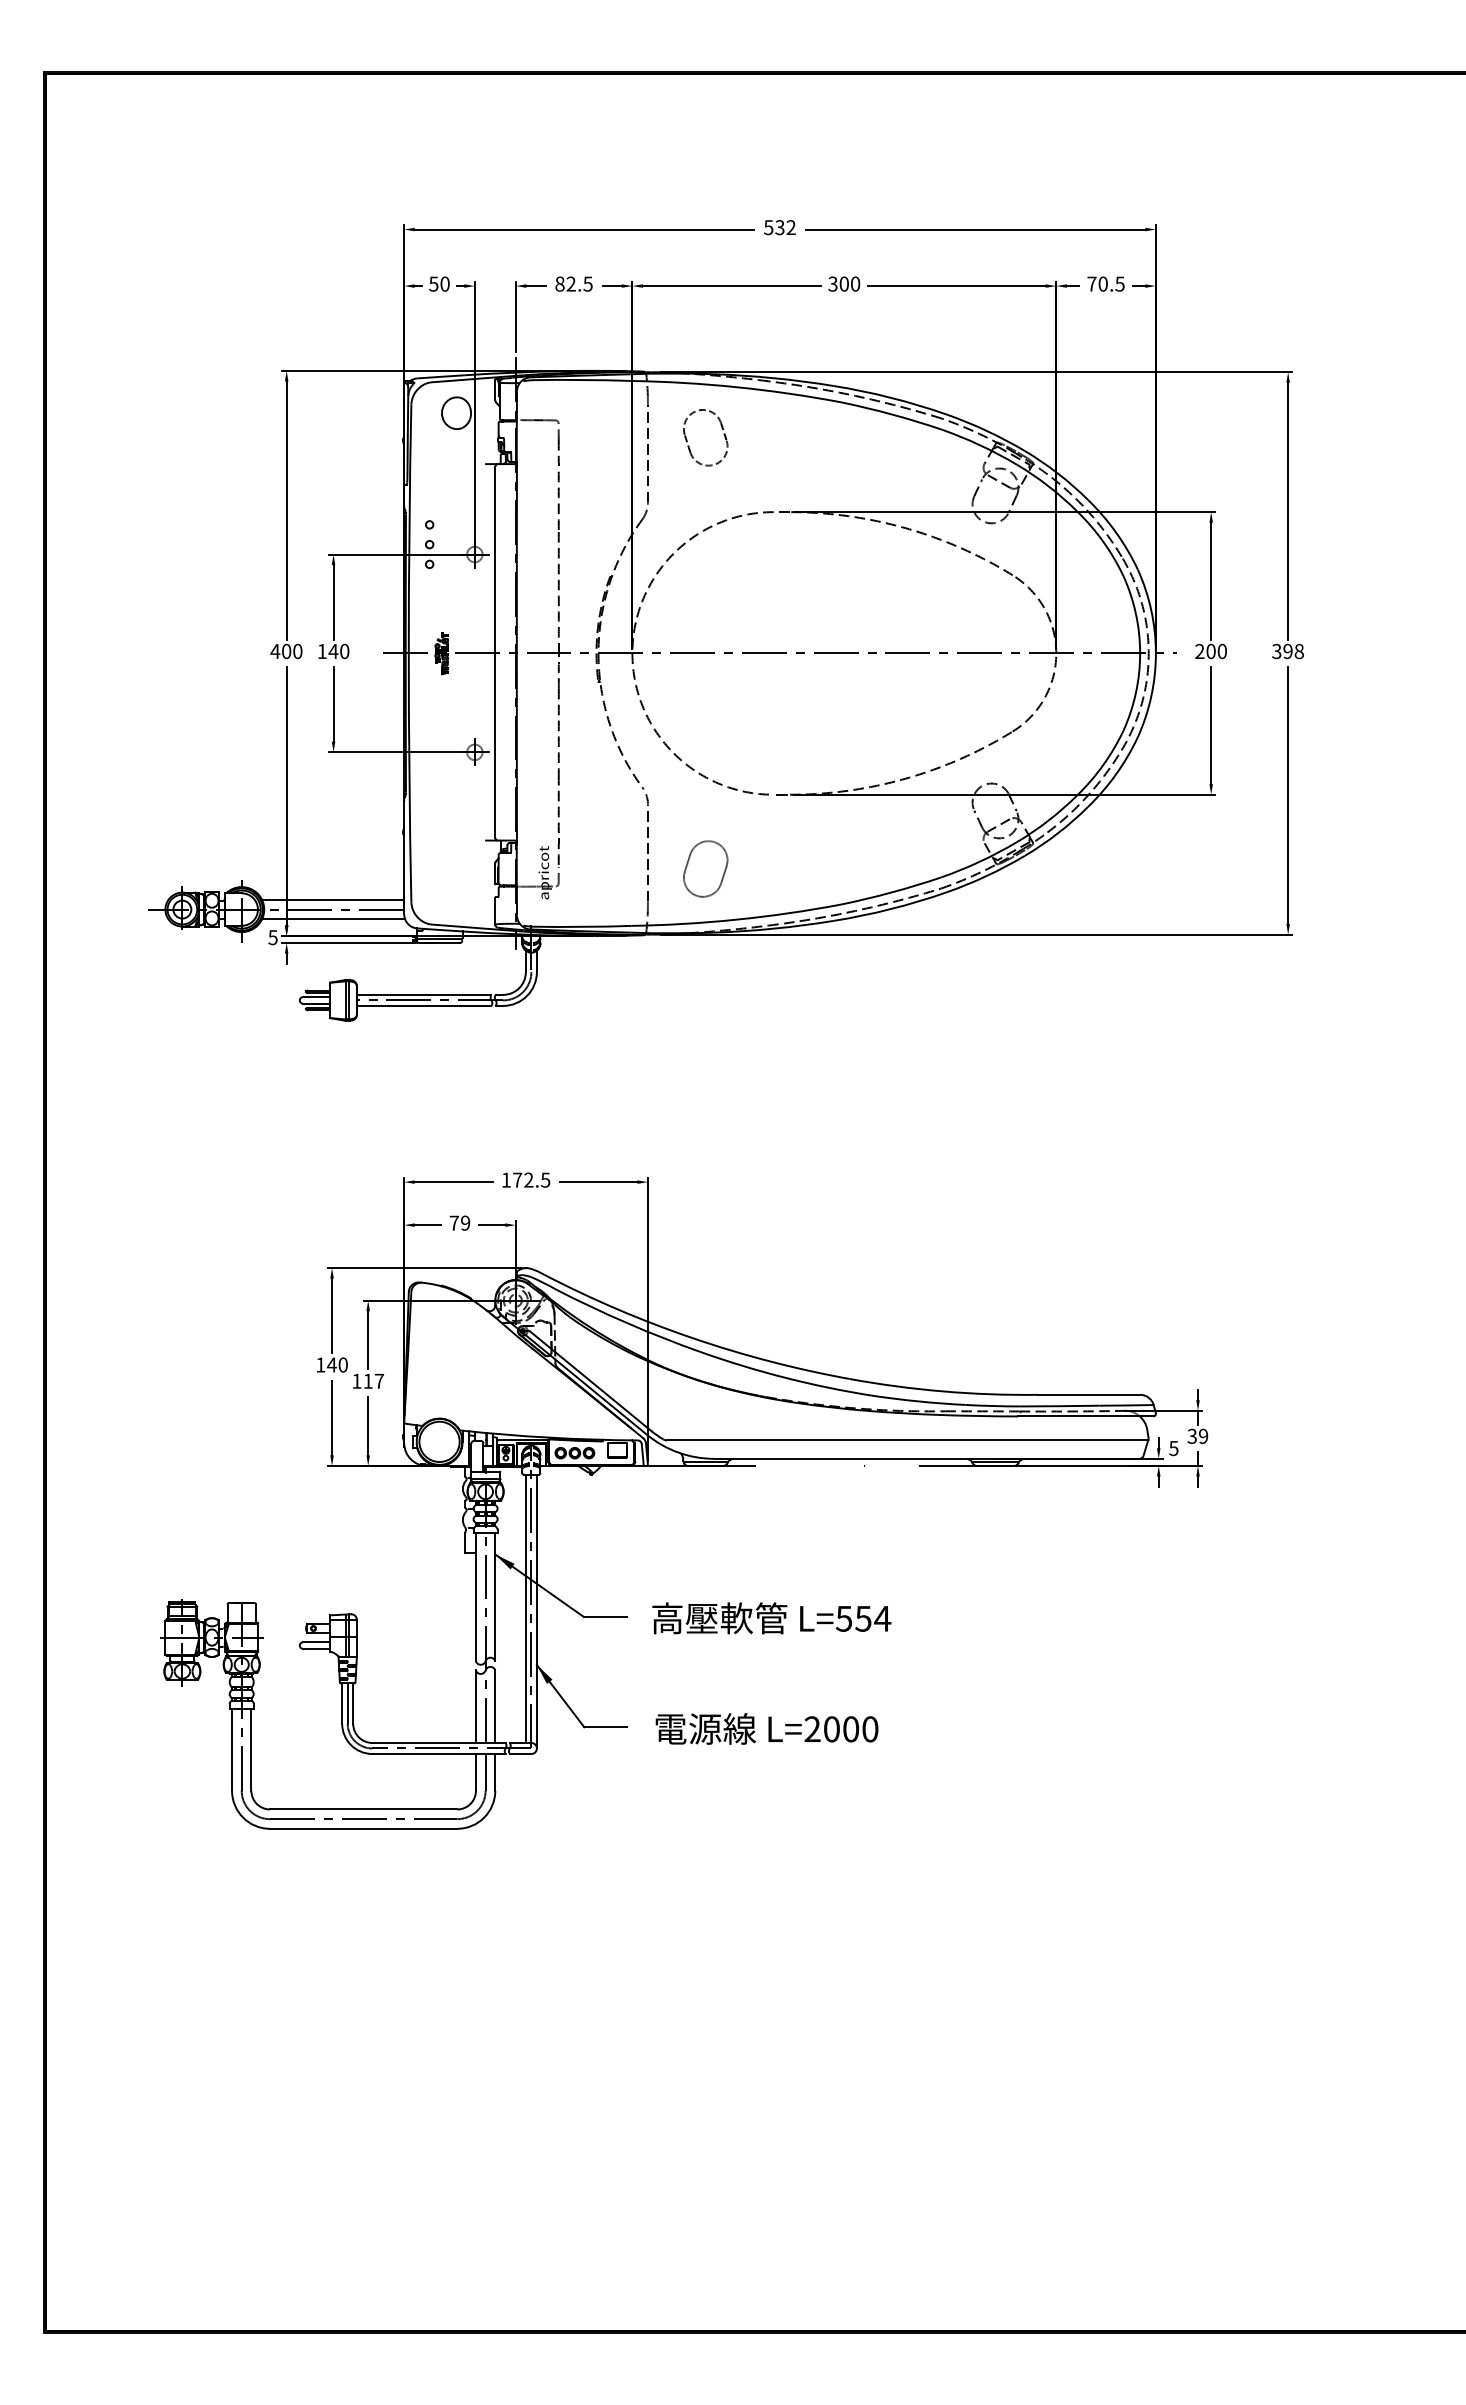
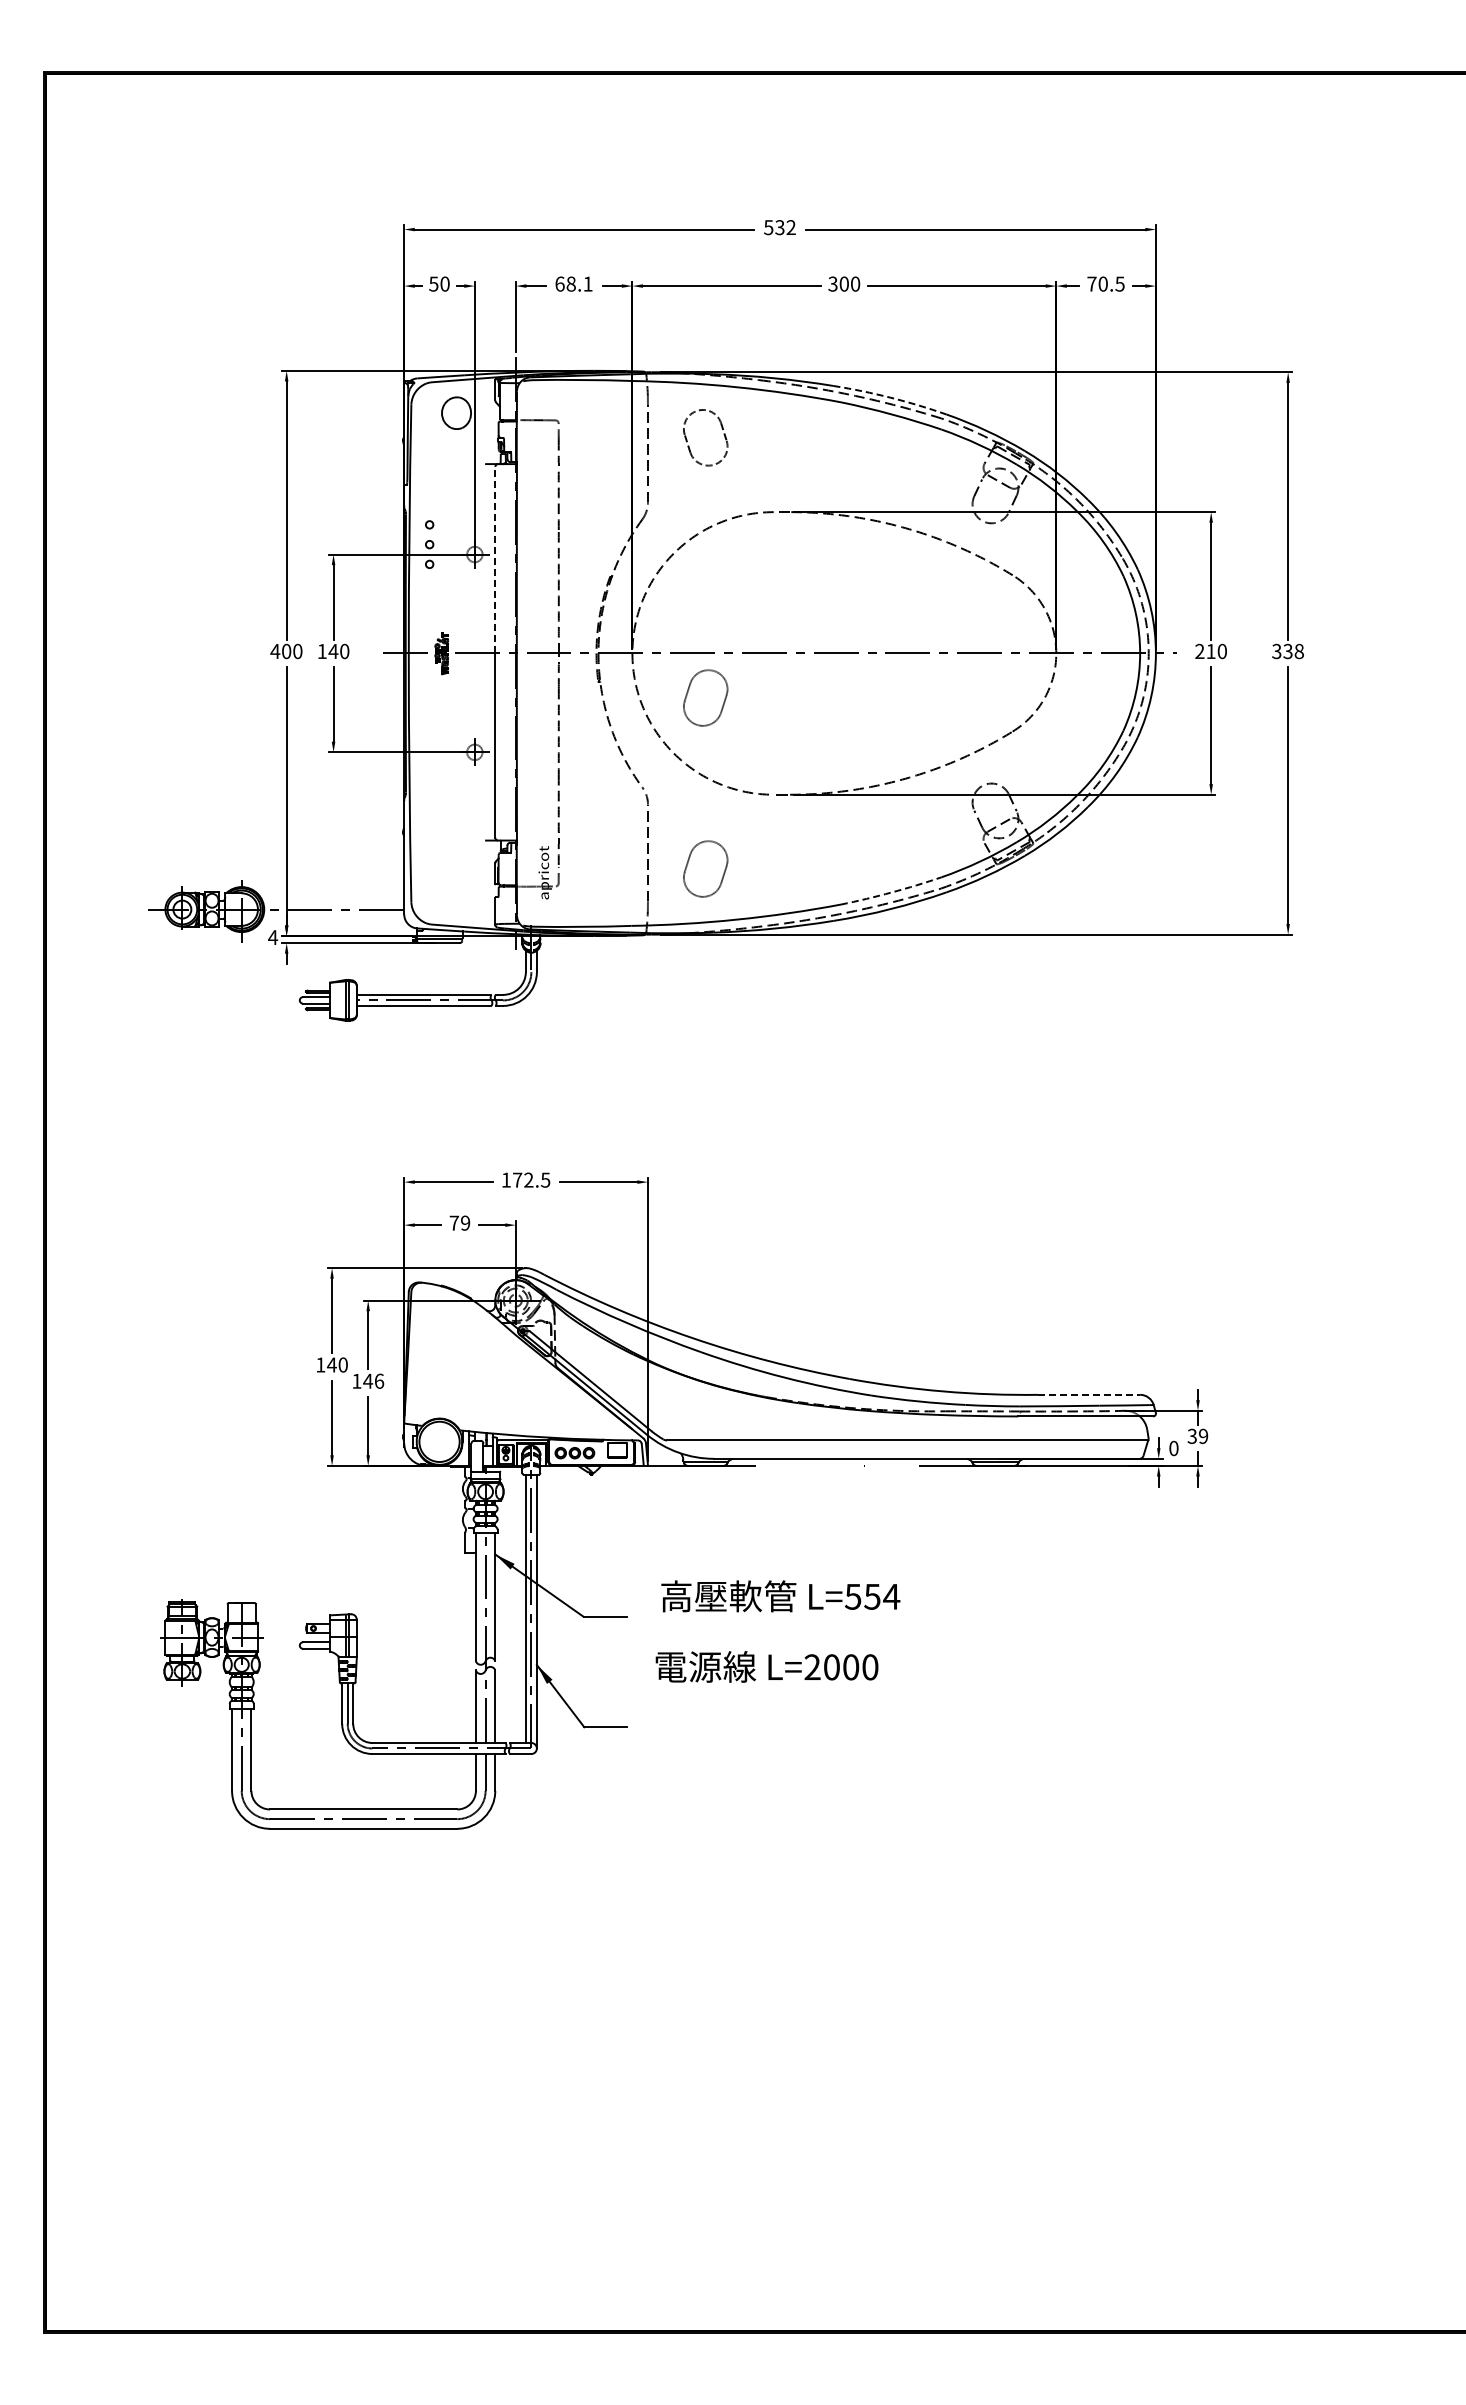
text at (573, 283): 82.5 -> 68.1
arc at (890, 397): solid -> dashed
line at (495, 559): solid -> dashed
text at (1210, 651): 200 -> 210
text at (1287, 651): 398 -> 338
part at (705, 697): none -> present
arc at (891, 892): solid -> dashed
line at (333, 899): present -> none
line at (333, 919): present -> none
text at (273, 937): 5 -> 4
text at (373, 1380): 117 -> 146
line at (1089, 1394): solid -> dashed
text at (1173, 1447): 5 -> 0
text at (771, 1618) position: (771, 1618) -> (780, 1596)
text at (766, 1728) position: (766, 1728) -> (766, 1666)
